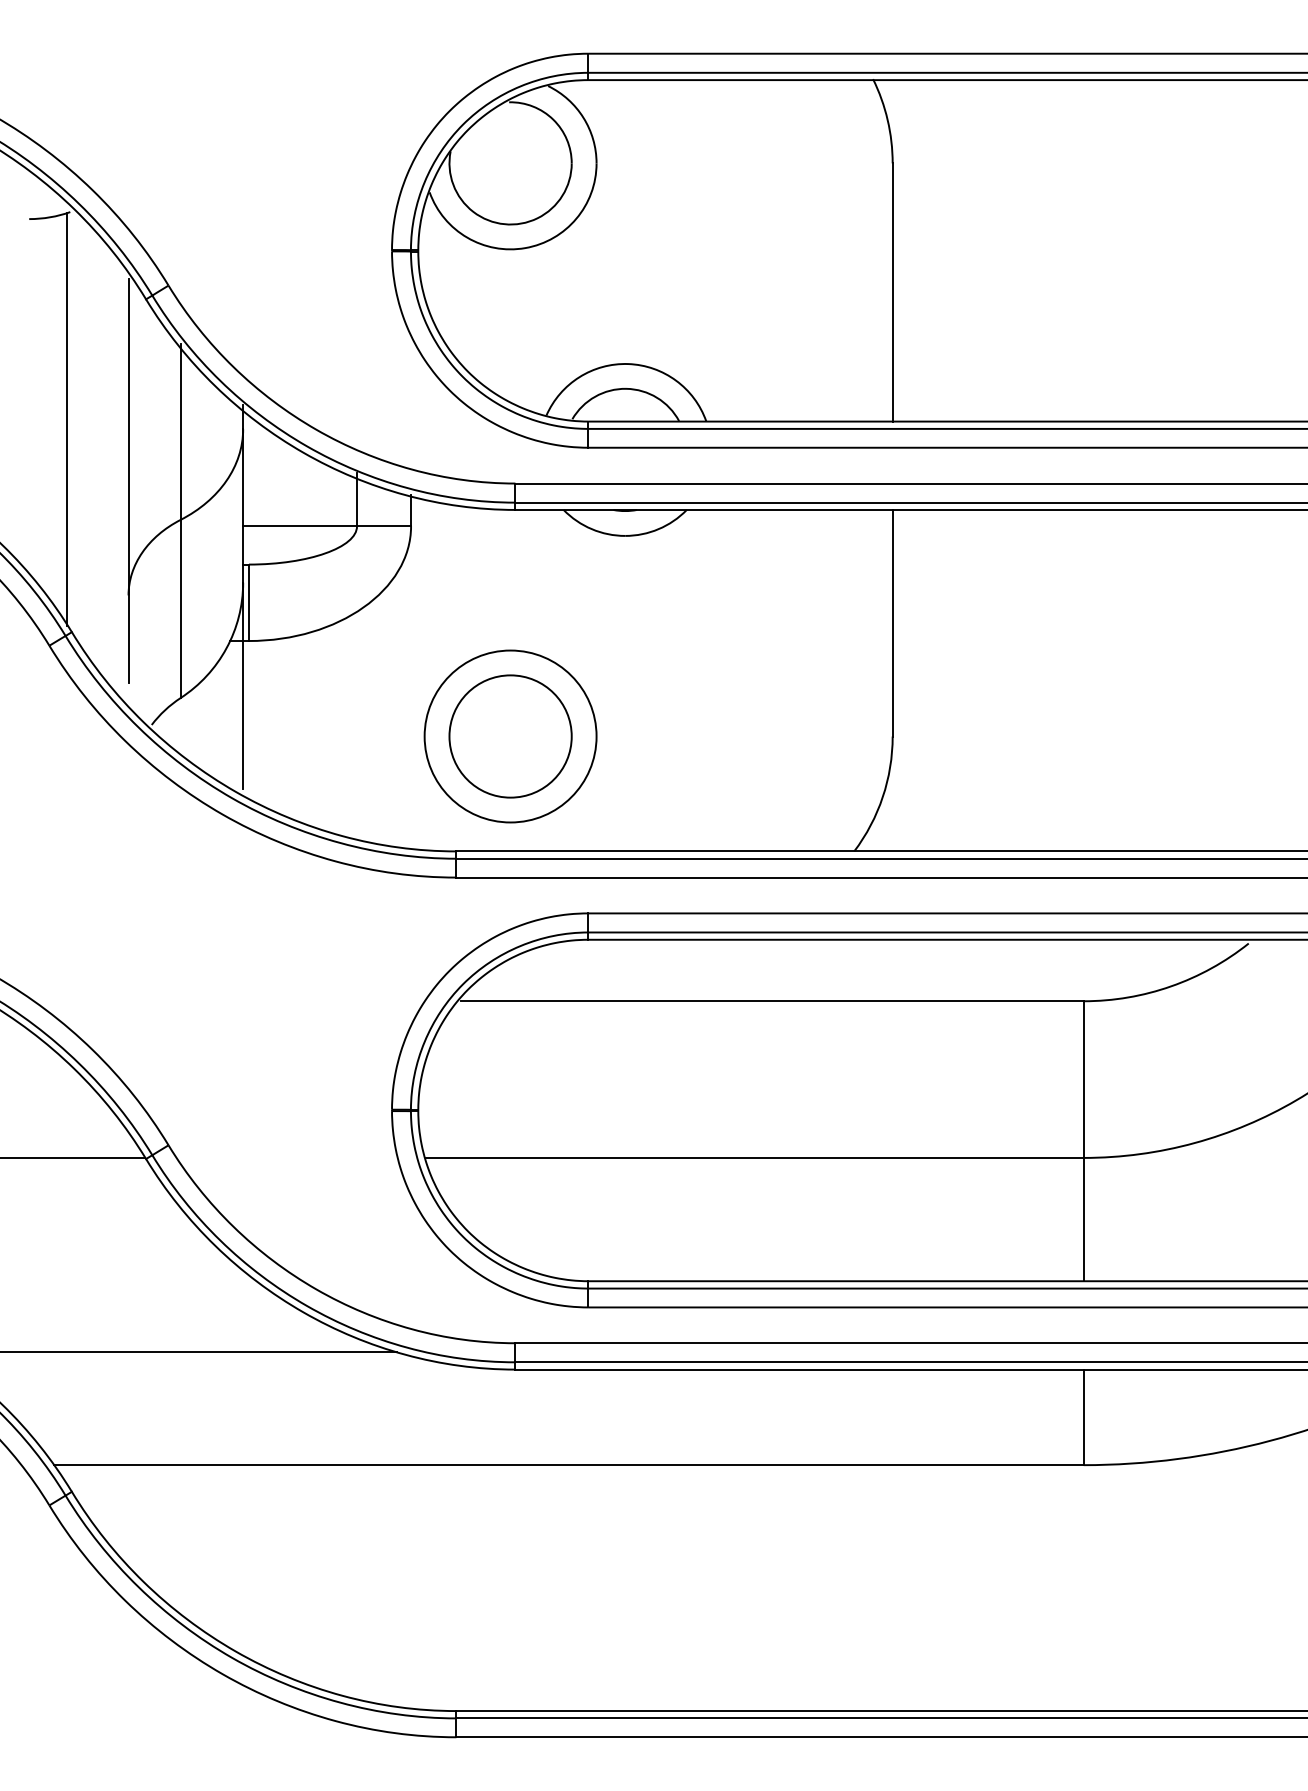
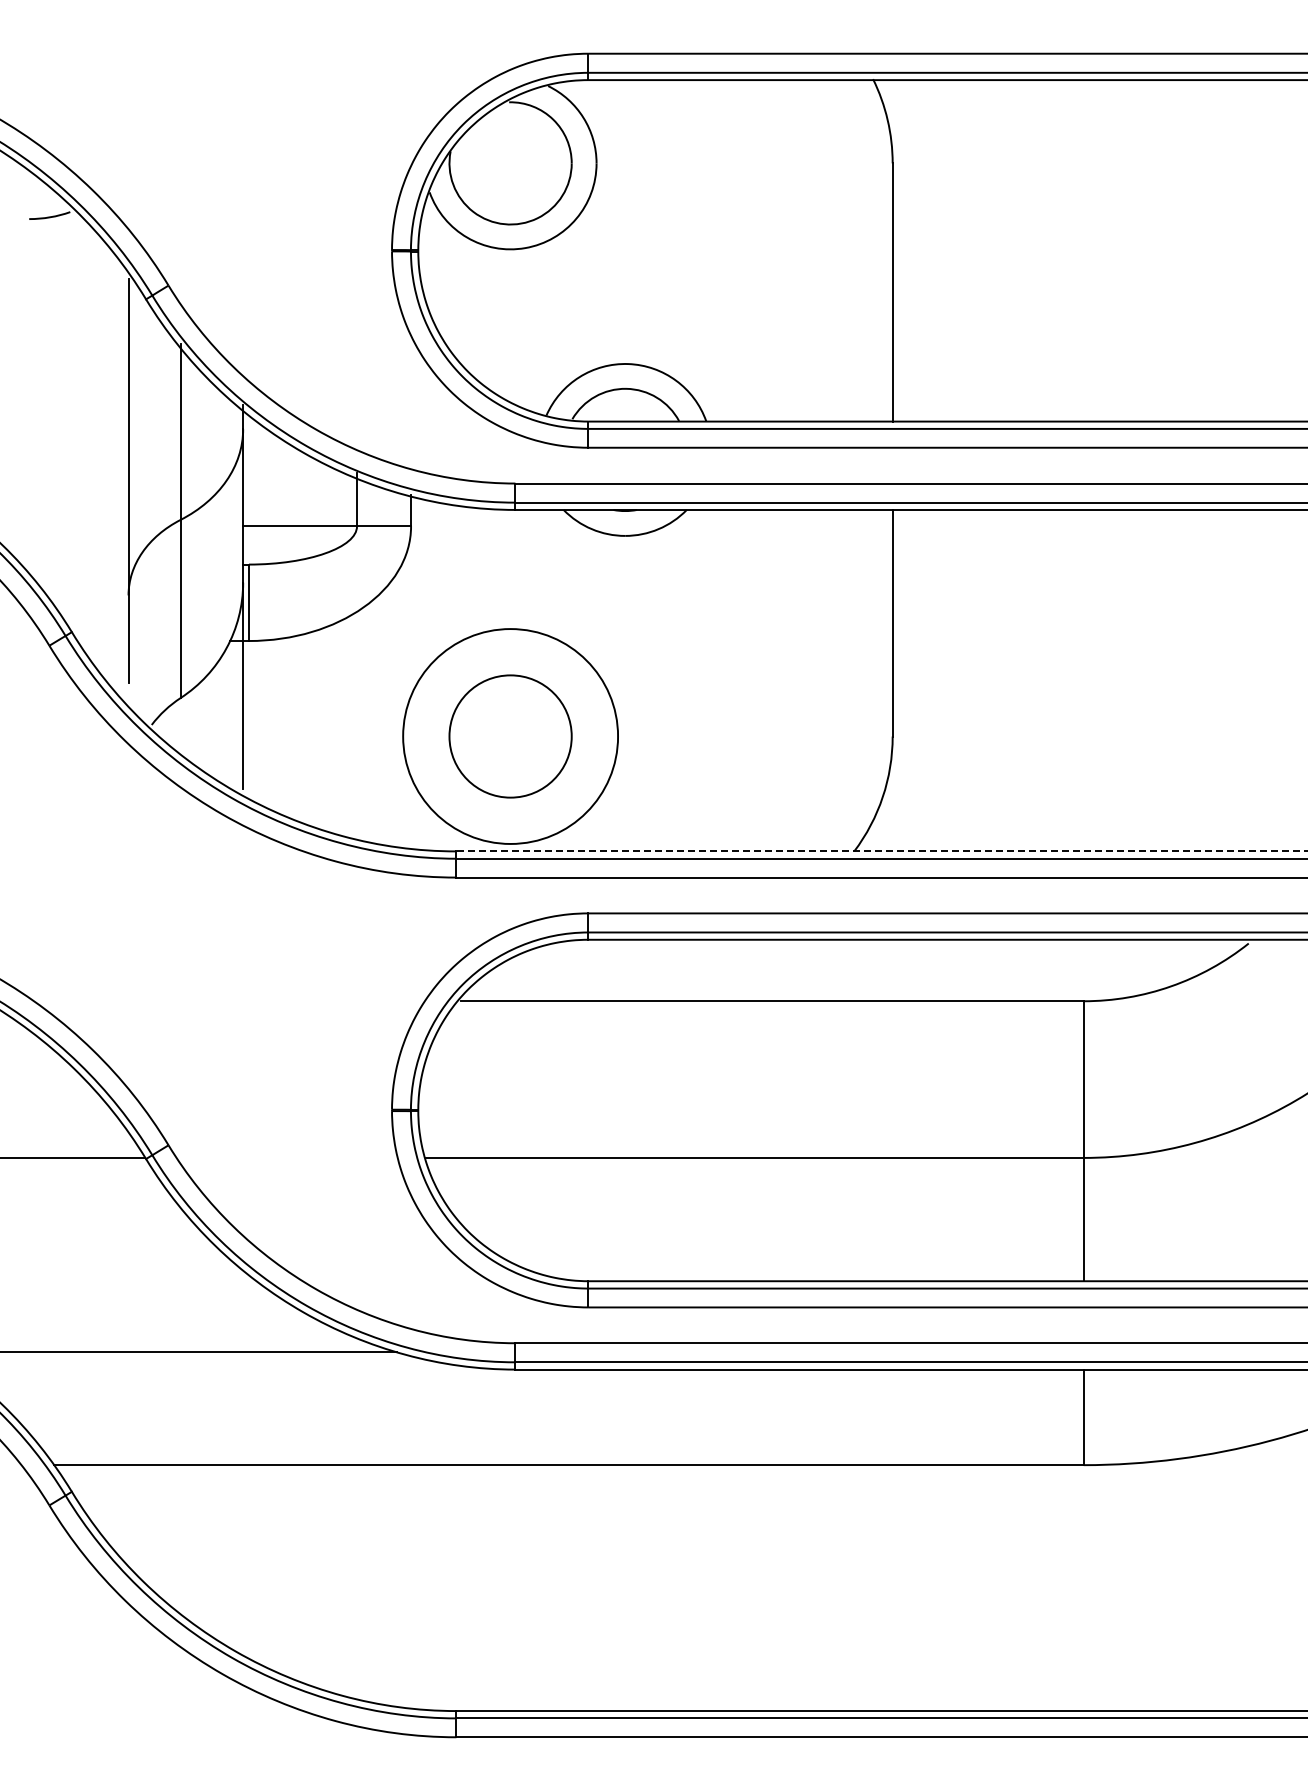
line at (67, 419): present -> none
circle at (510, 736) diameter: 172 px -> 215 px
line at (882, 851): solid -> dashed
